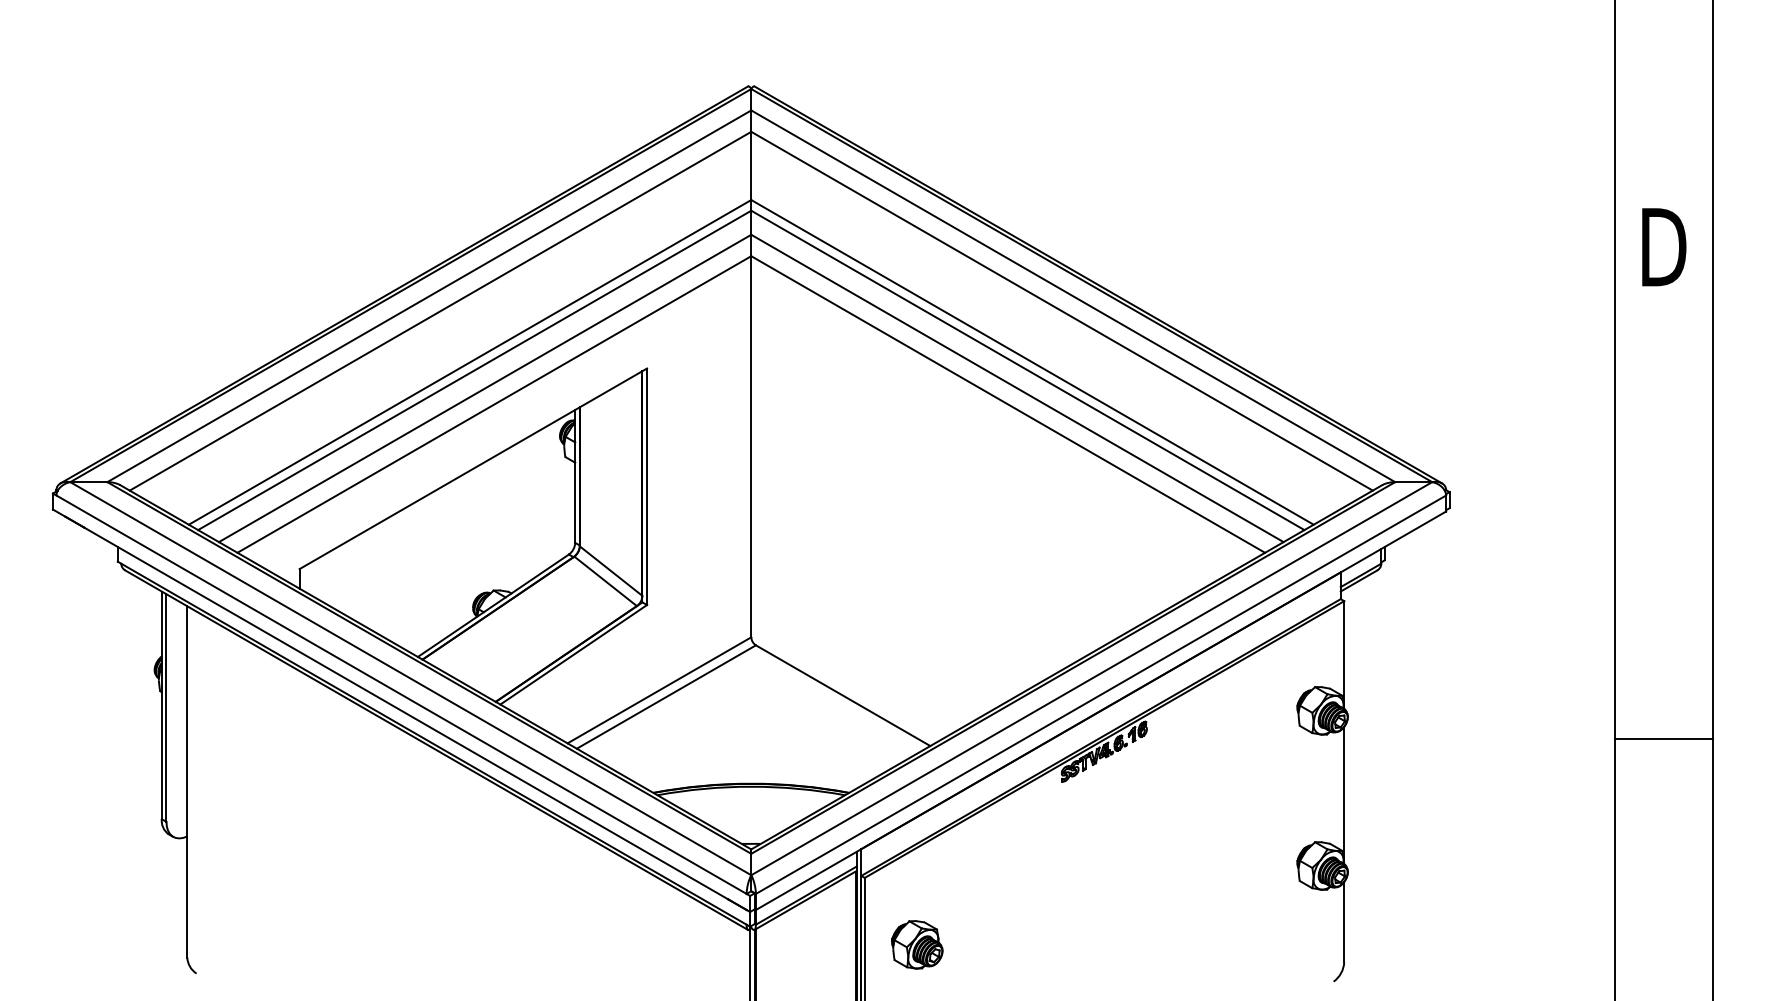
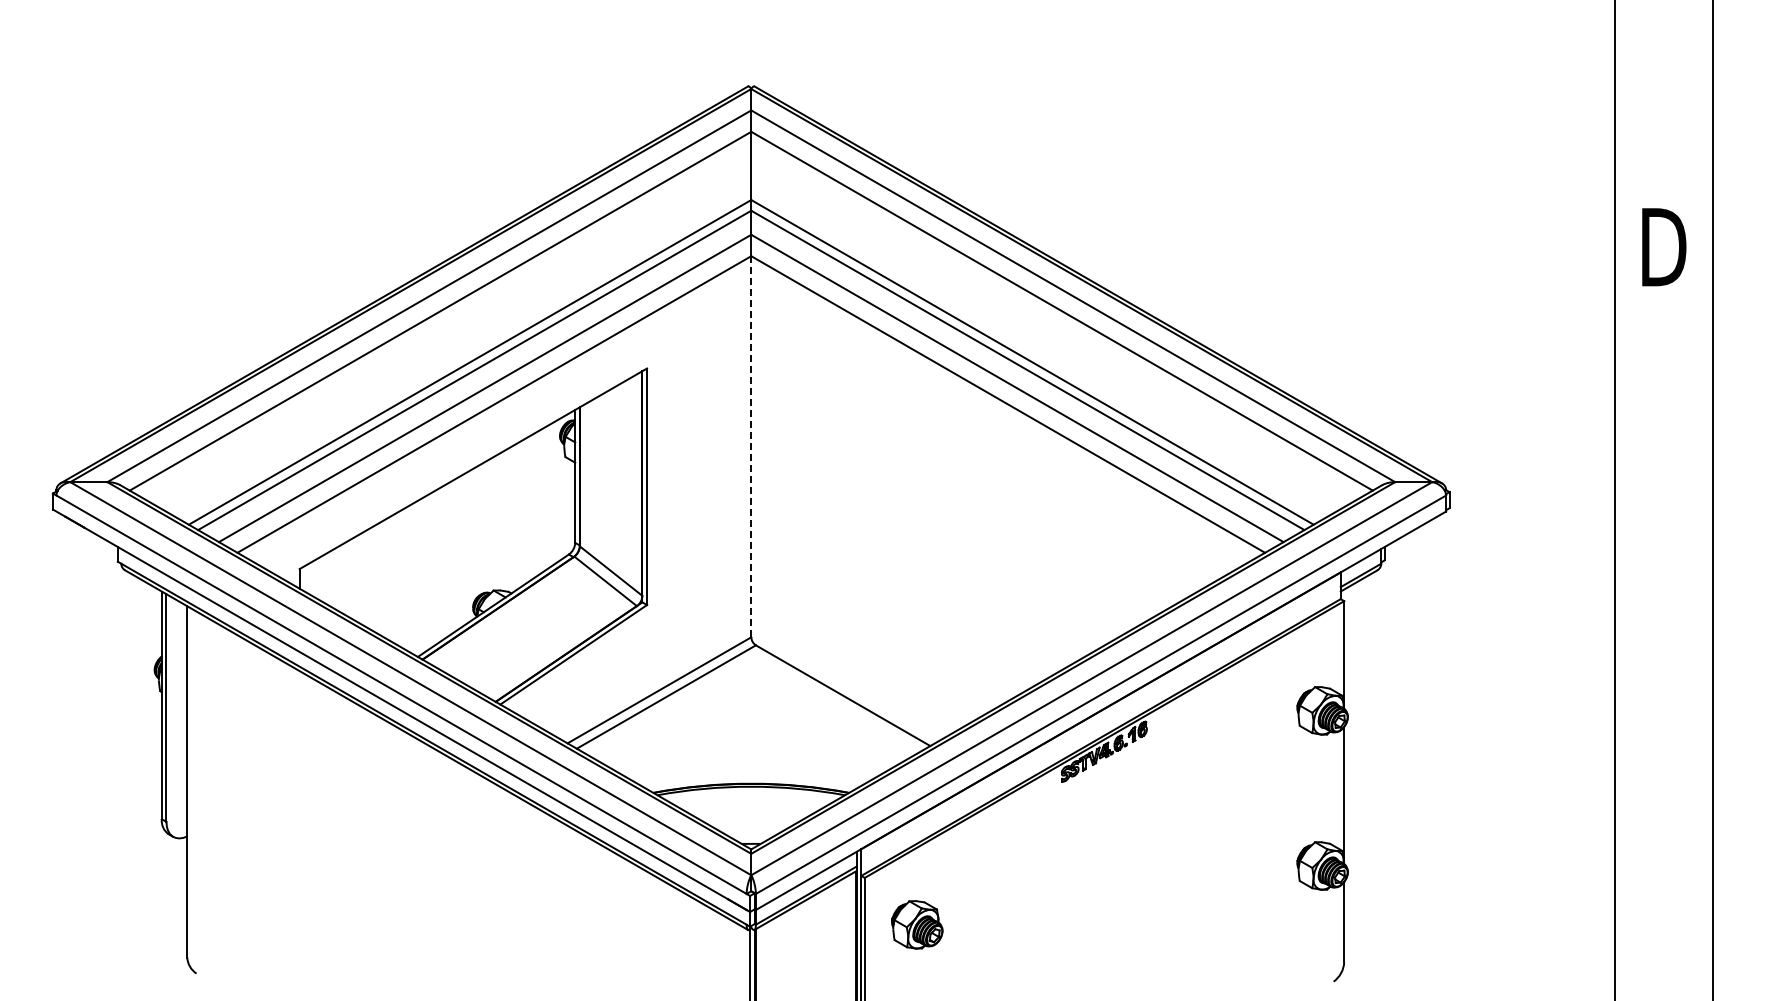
line at (751, 446): solid -> dashed
line at (1663, 738): present -> none
part at (917, 944) position: (917, 944) -> (917, 924)
